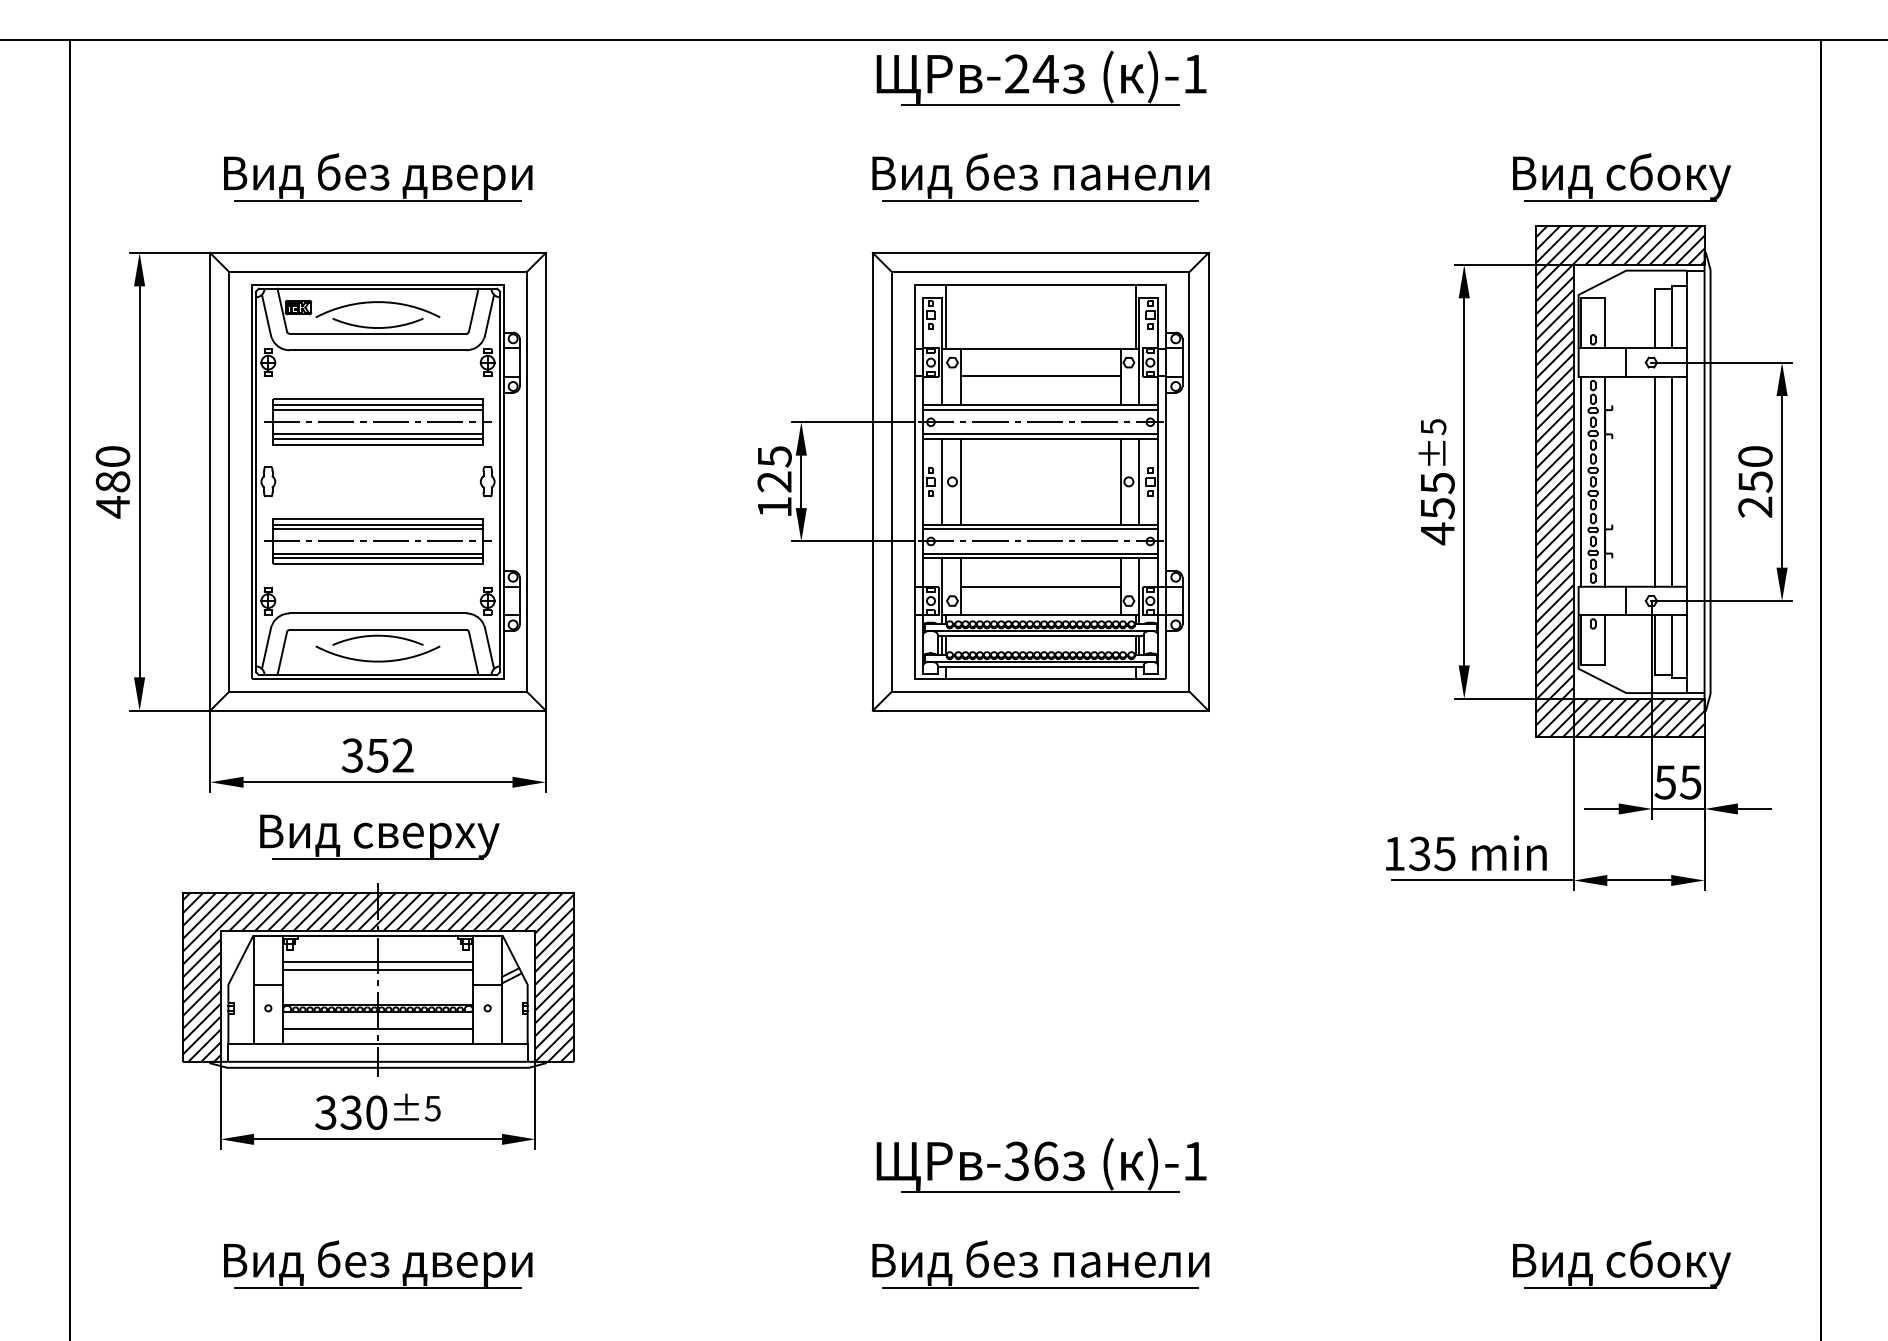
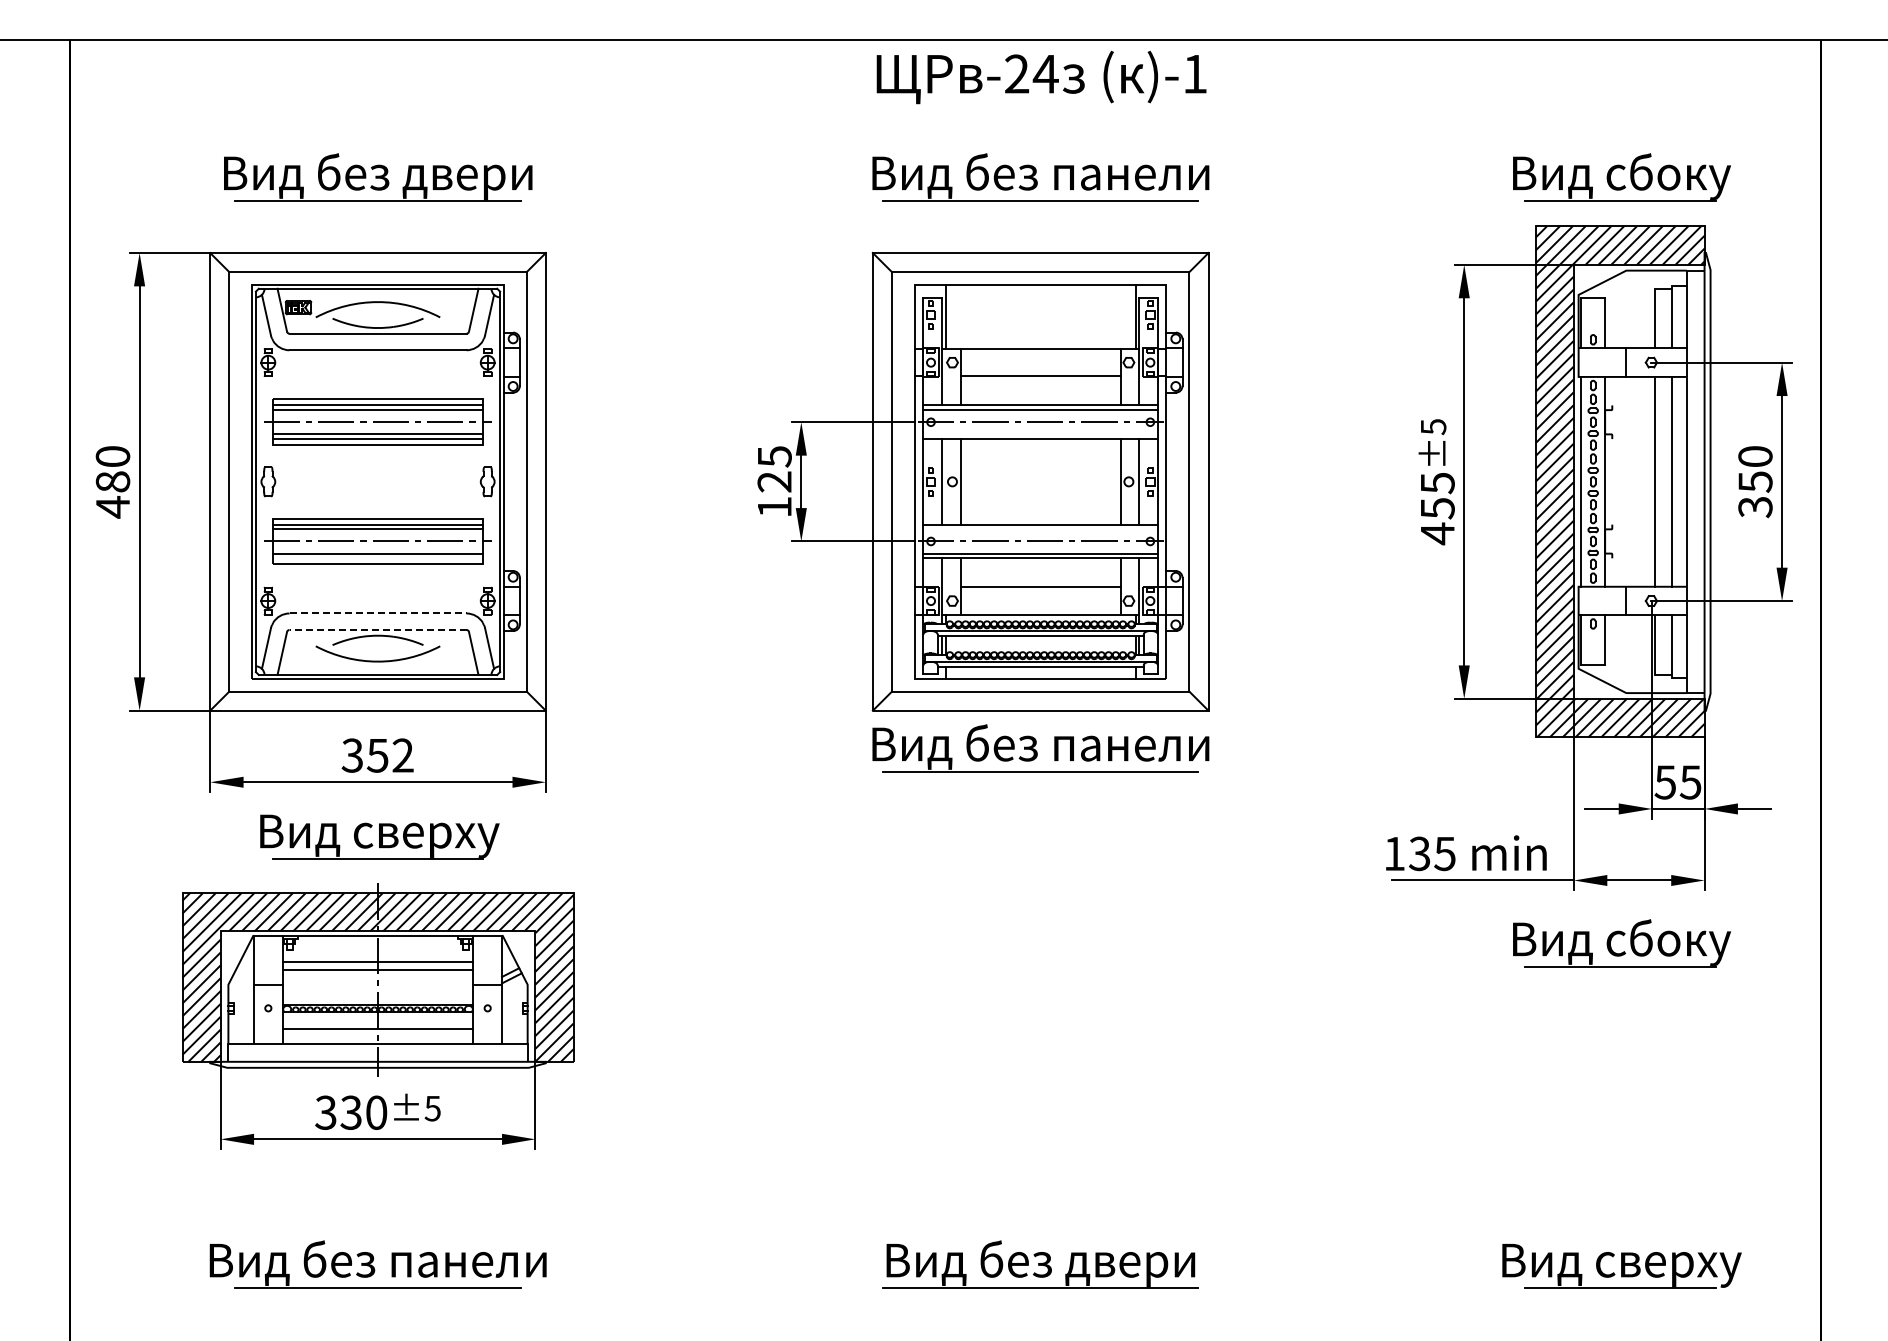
line at (1040, 105): present -> none
line at (1040, 434): present -> none
text at (1755, 507): 250 -> 350
line at (1040, 529): present -> none
line at (377, 558): present -> none
line at (378, 613): solid -> dashed
line at (377, 629): solid -> dashed
part at (1040, 748): none -> present
part at (1623, 936): none -> present
part at (1041, 1165): present -> none
text at (377, 1263): Вид без двери -> Вид без панели
text at (1040, 1263): Вид без панели -> Вид без двери
text at (1621, 1263): Вид сбоку -> Вид сверху
